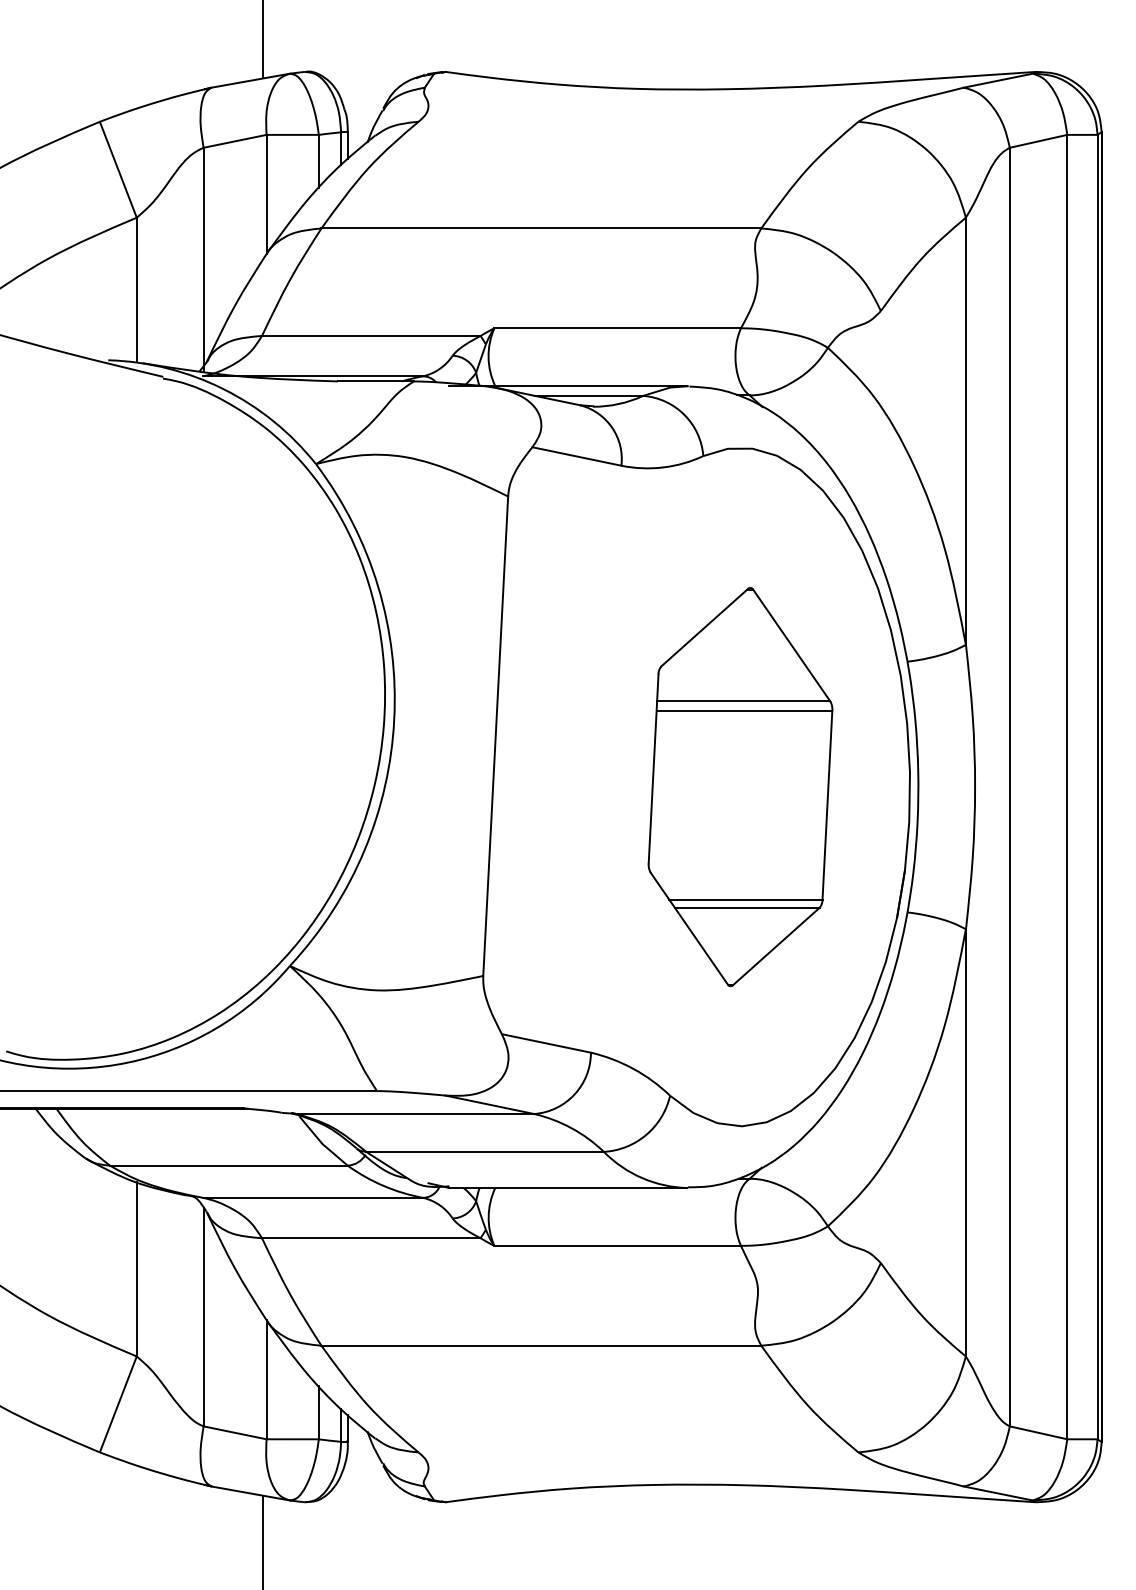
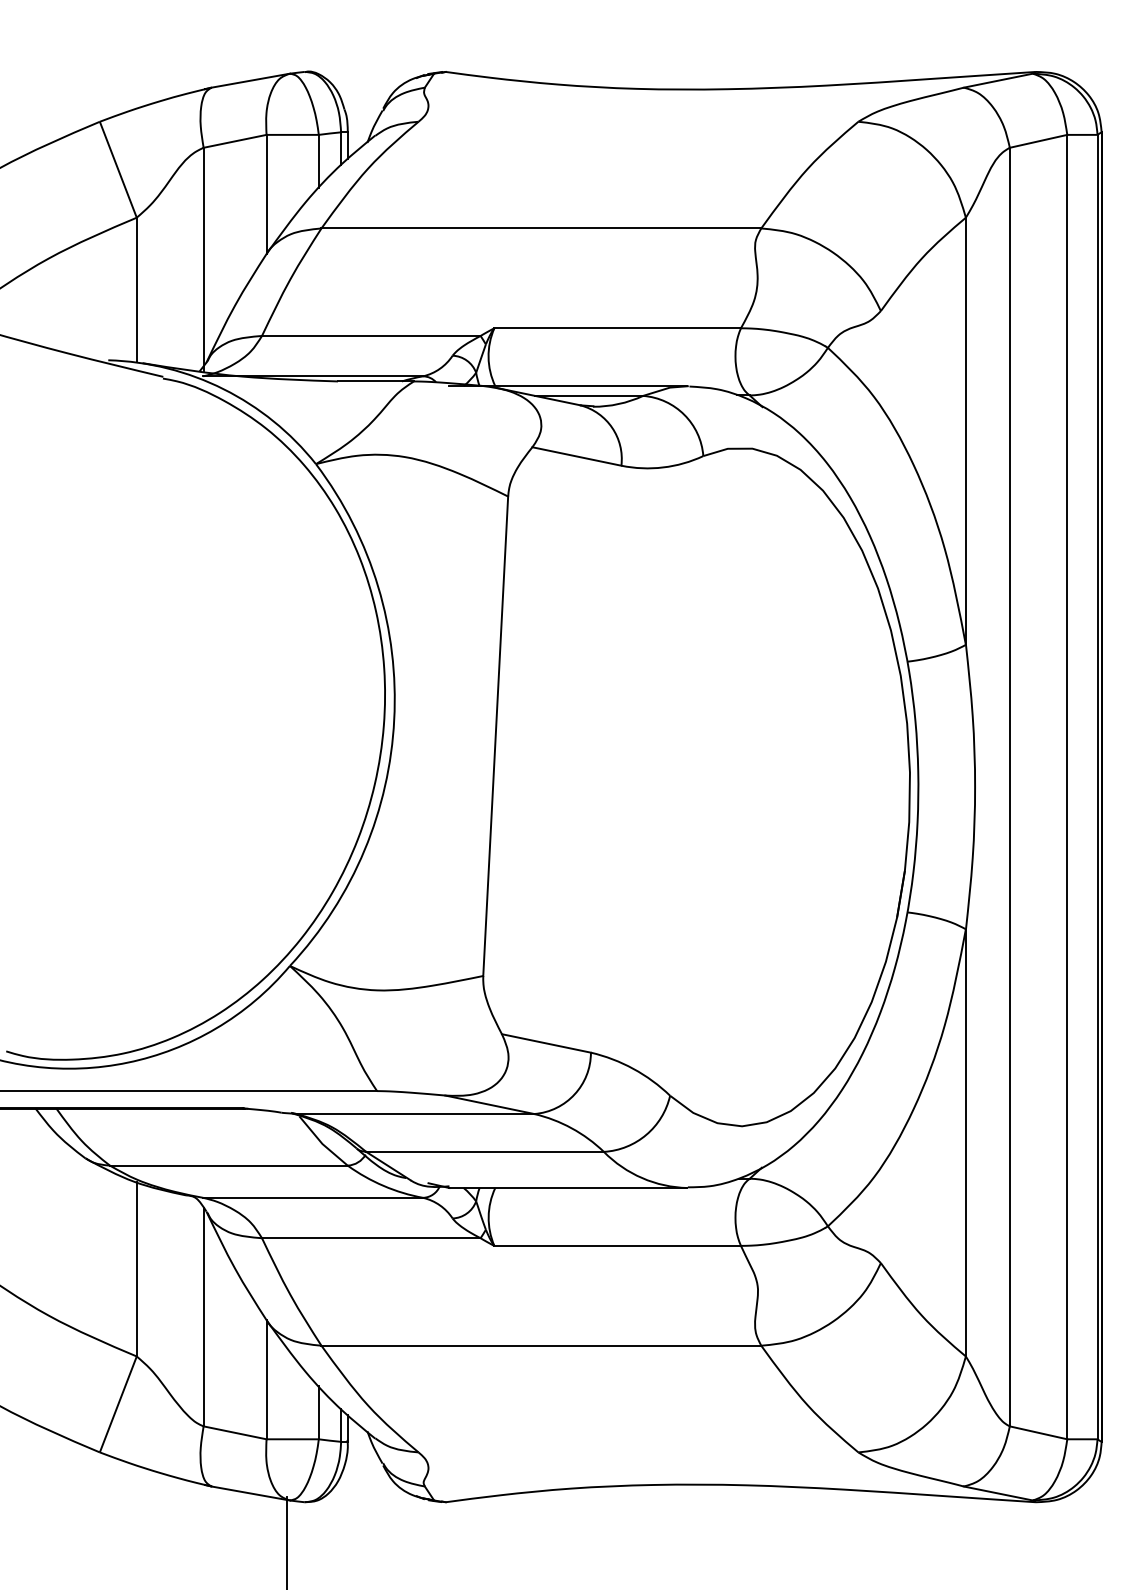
line at (263, 40): present -> none
part at (740, 787): present -> none
line at (263, 1541) position: (263, 1541) -> (287, 1541)
